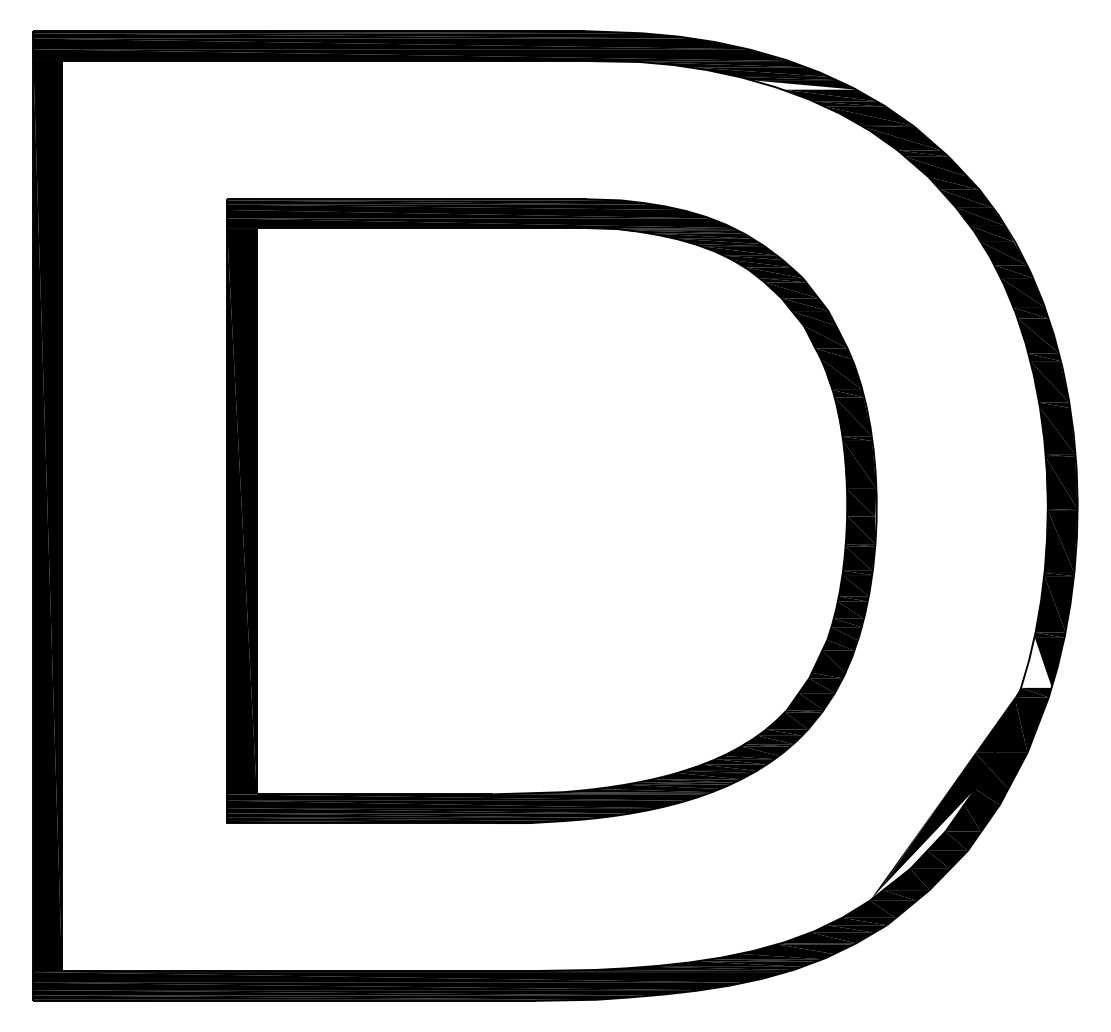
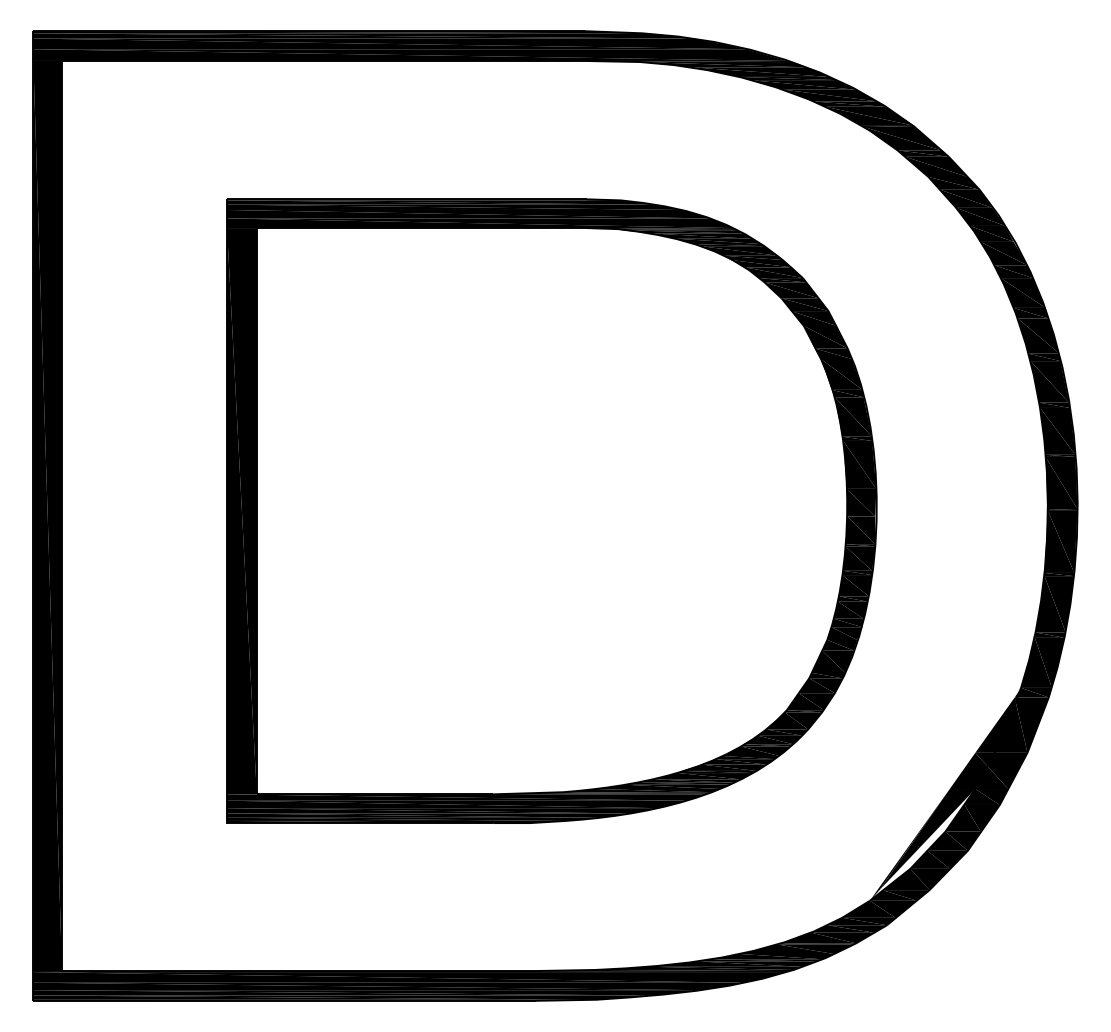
fill at (802, 84): none -> present
fill at (1036, 662): none -> present
